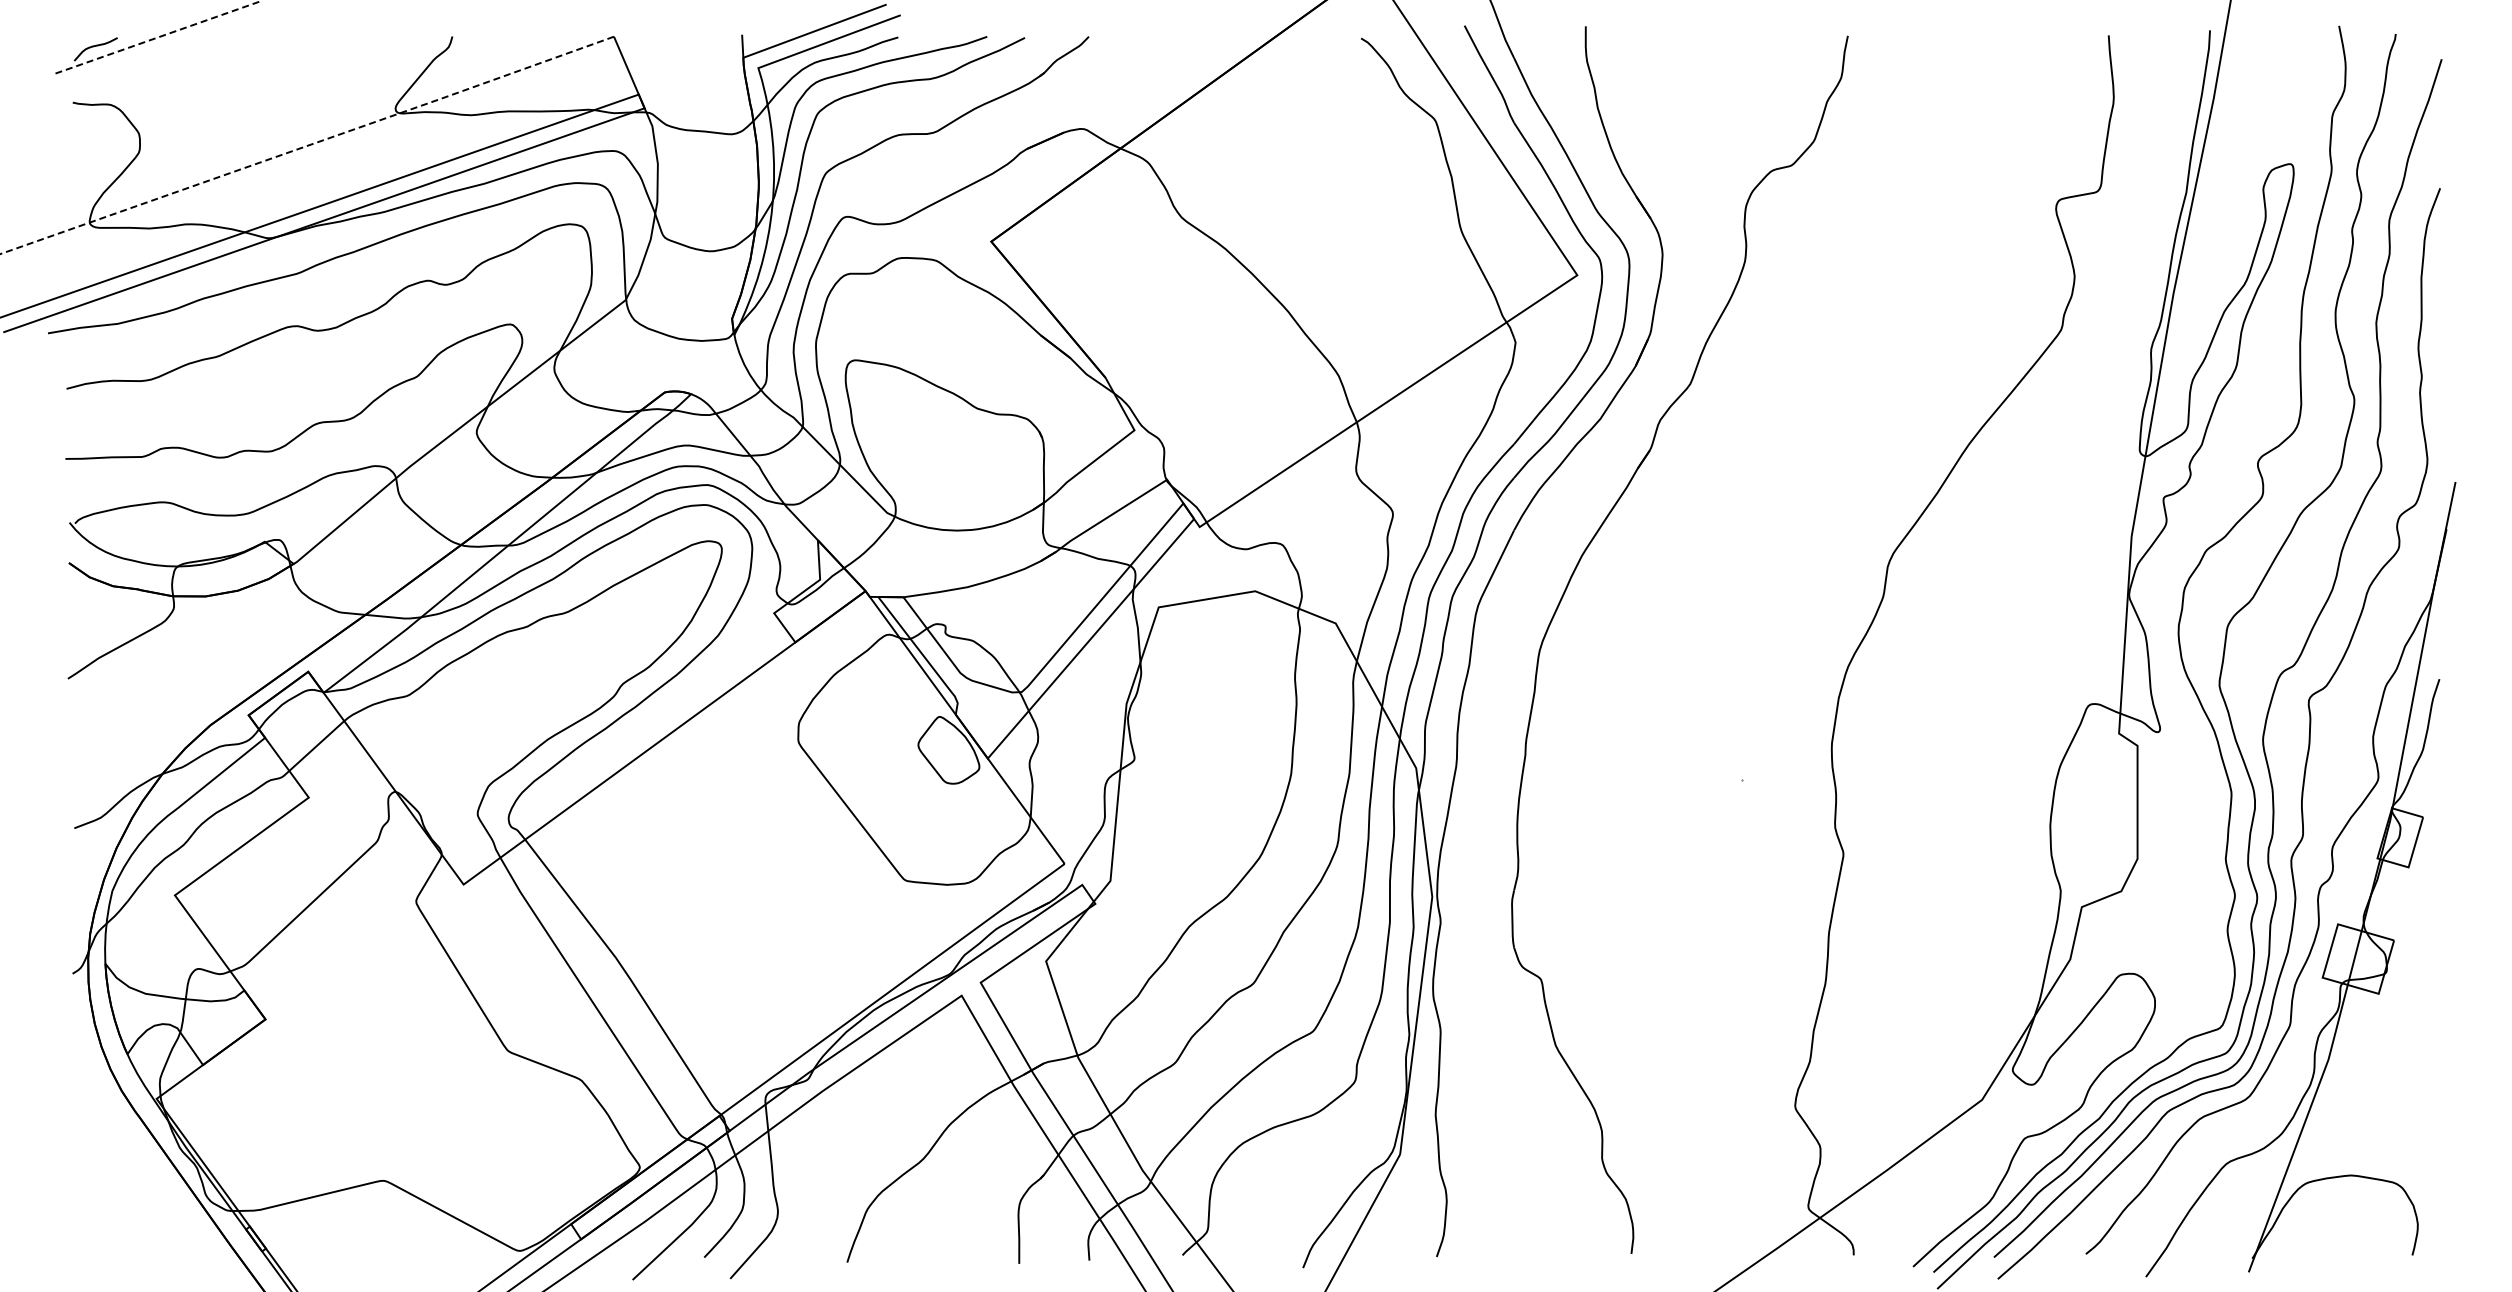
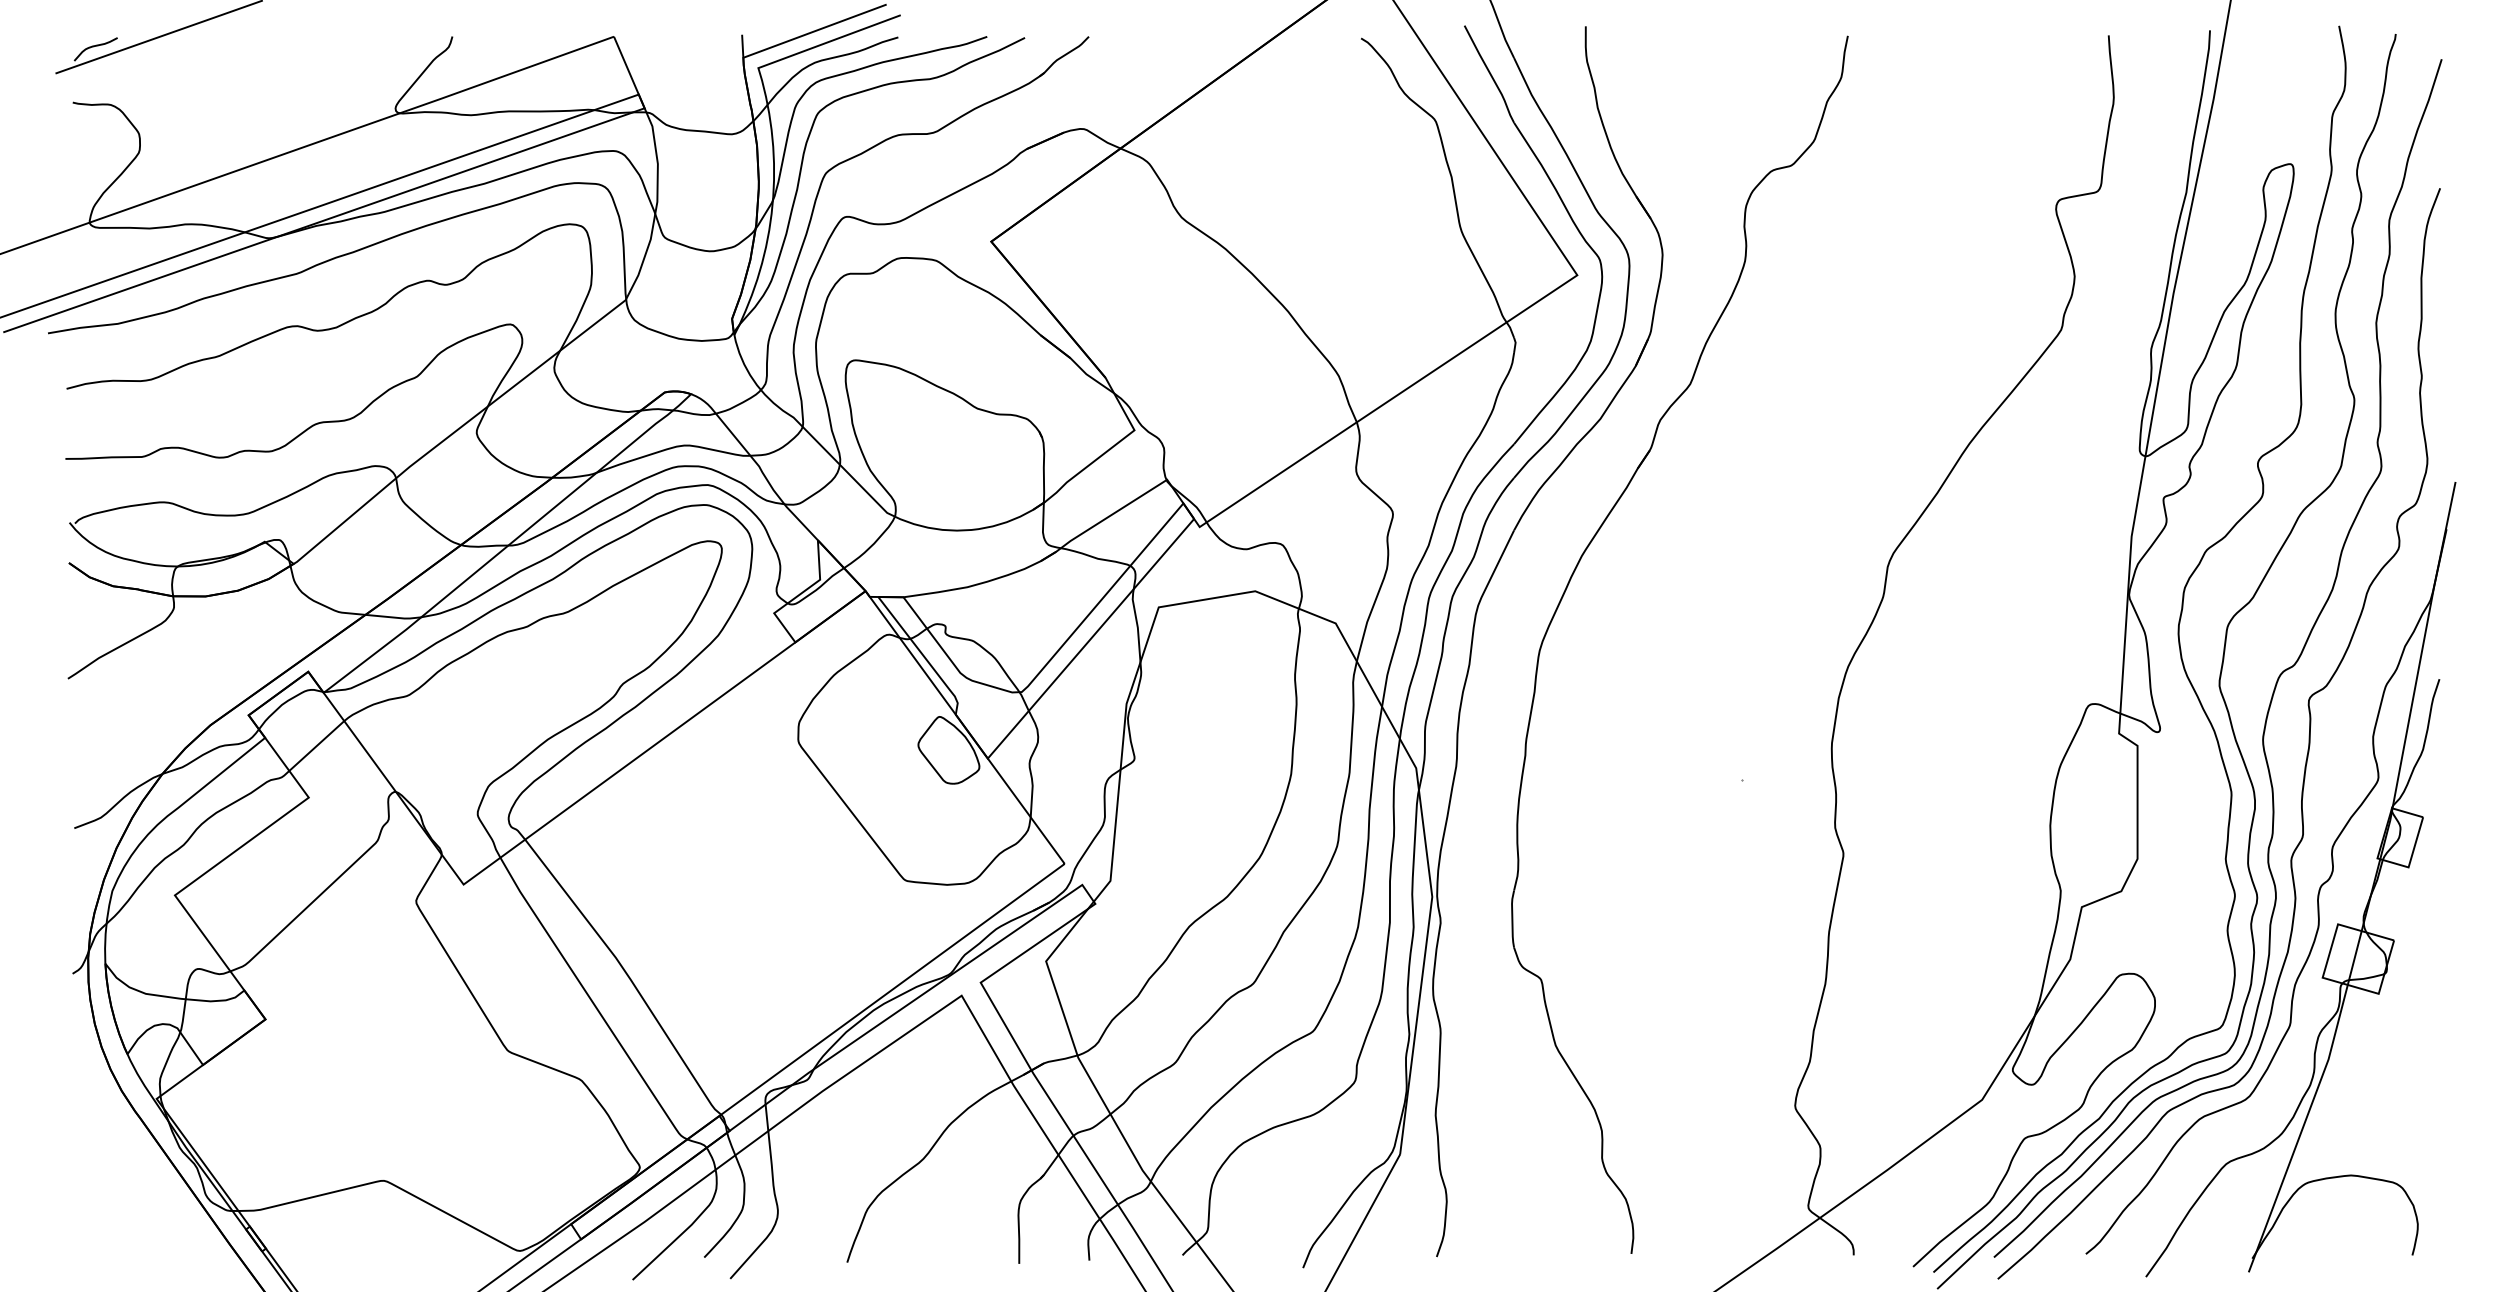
line at (159, 37): dashed -> solid
line at (307, 145): dashed -> solid
